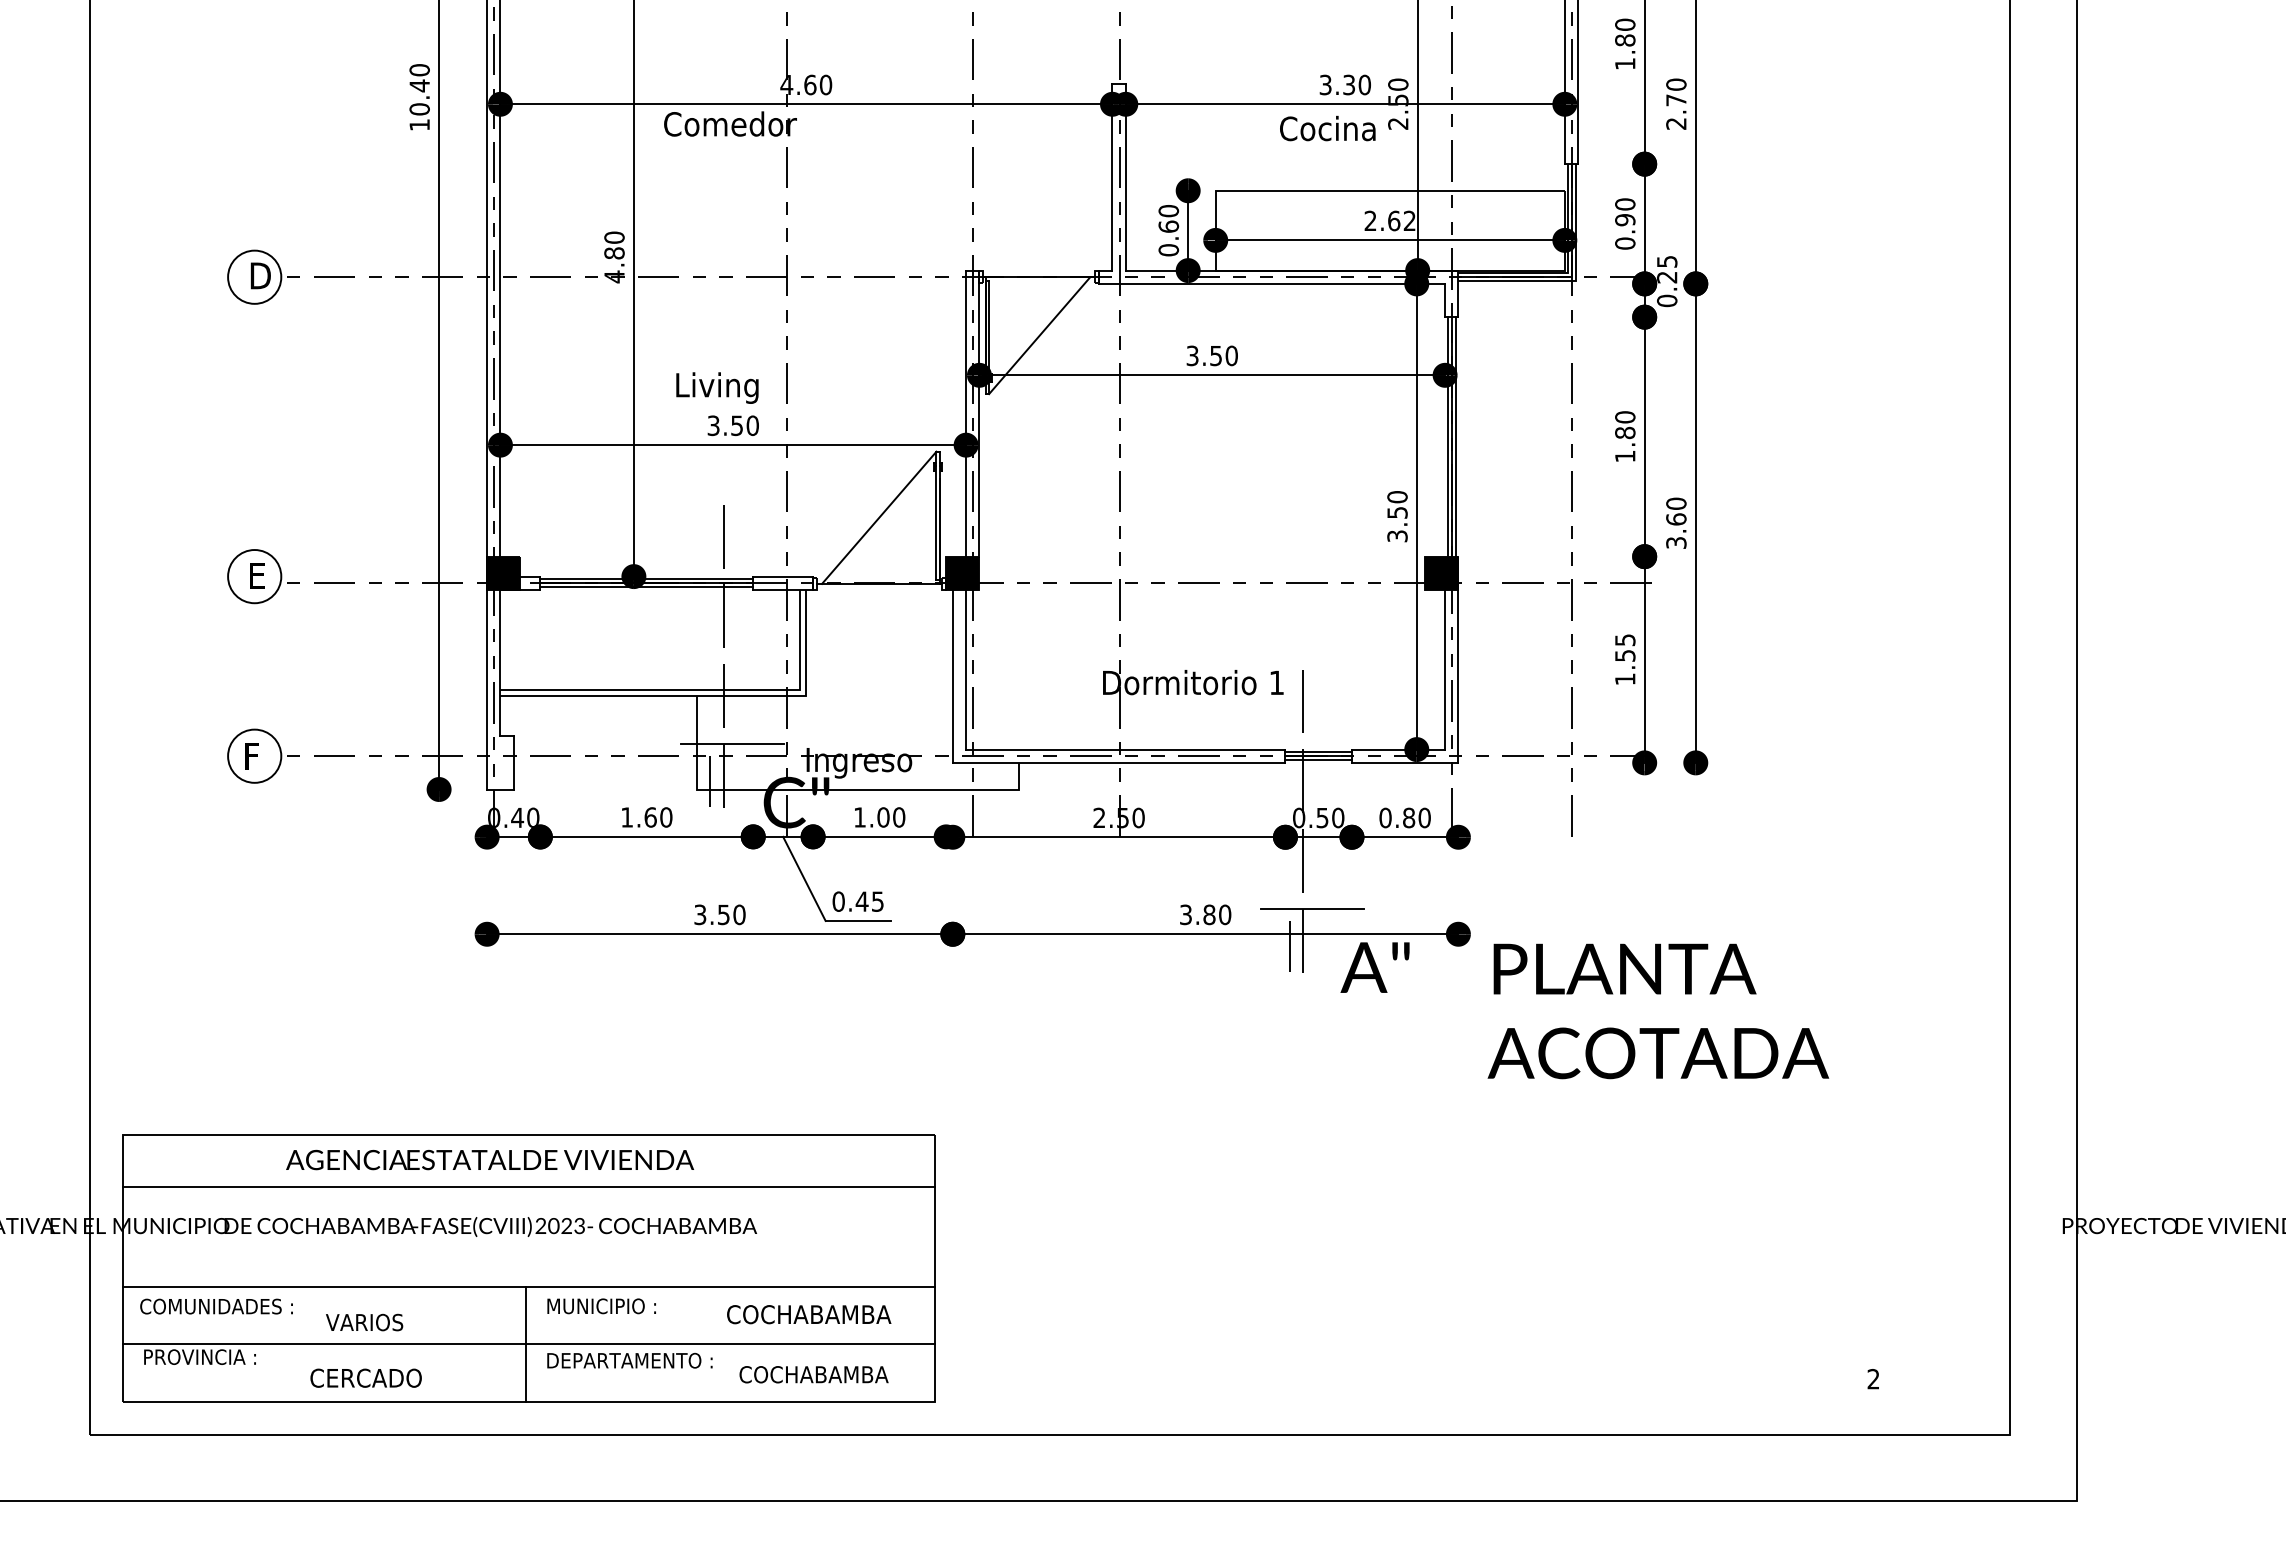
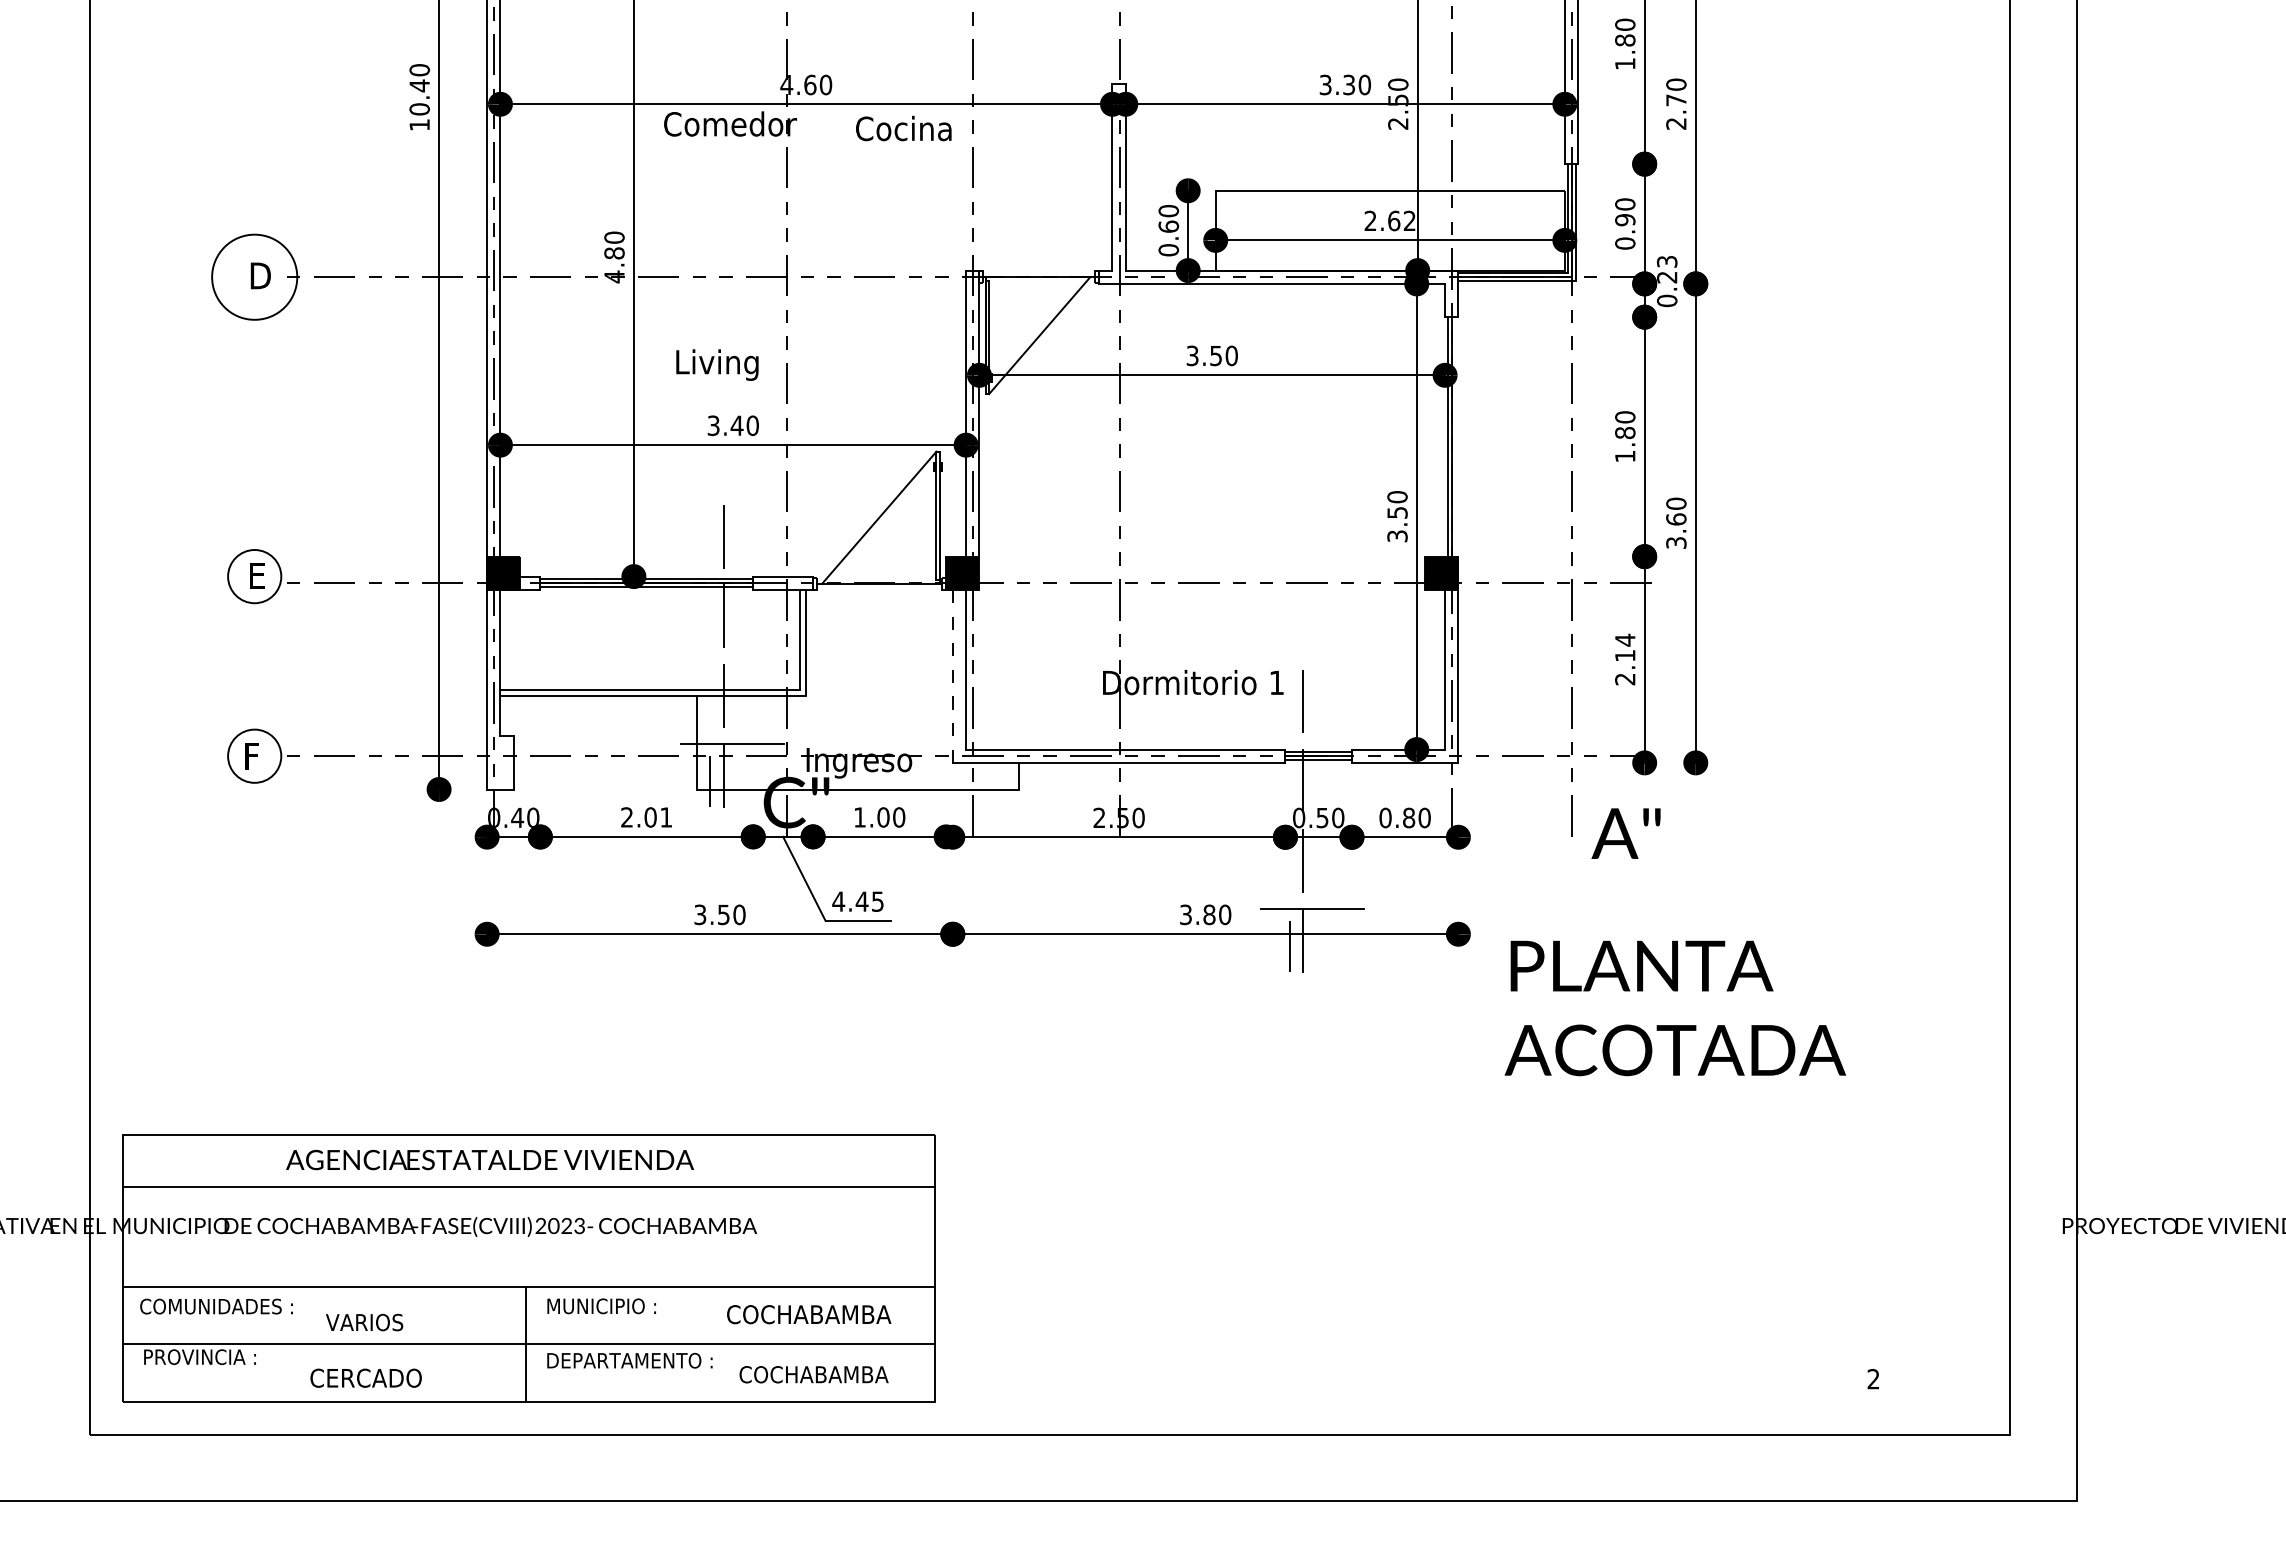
text at (1327, 128) position: (1327, 128) -> (903, 128)
text at (1666, 261): 0.25 -> 0.23
circle at (254, 276) diameter: 53 px -> 85 px
text at (717, 387) position: (717, 387) -> (717, 364)
text at (736, 425): 3.50 -> 3.40
line at (1455, 436): present -> none
text at (1625, 659): 1.55 -> 2.14
line at (952, 676): solid -> dashed
text at (646, 817): 1.60 -> 2.01
text at (838, 901): 0.45 -> 4.45
text at (1374, 967) position: (1374, 967) -> (1625, 833)
text at (1658, 1011) position: (1658, 1011) -> (1675, 1008)
